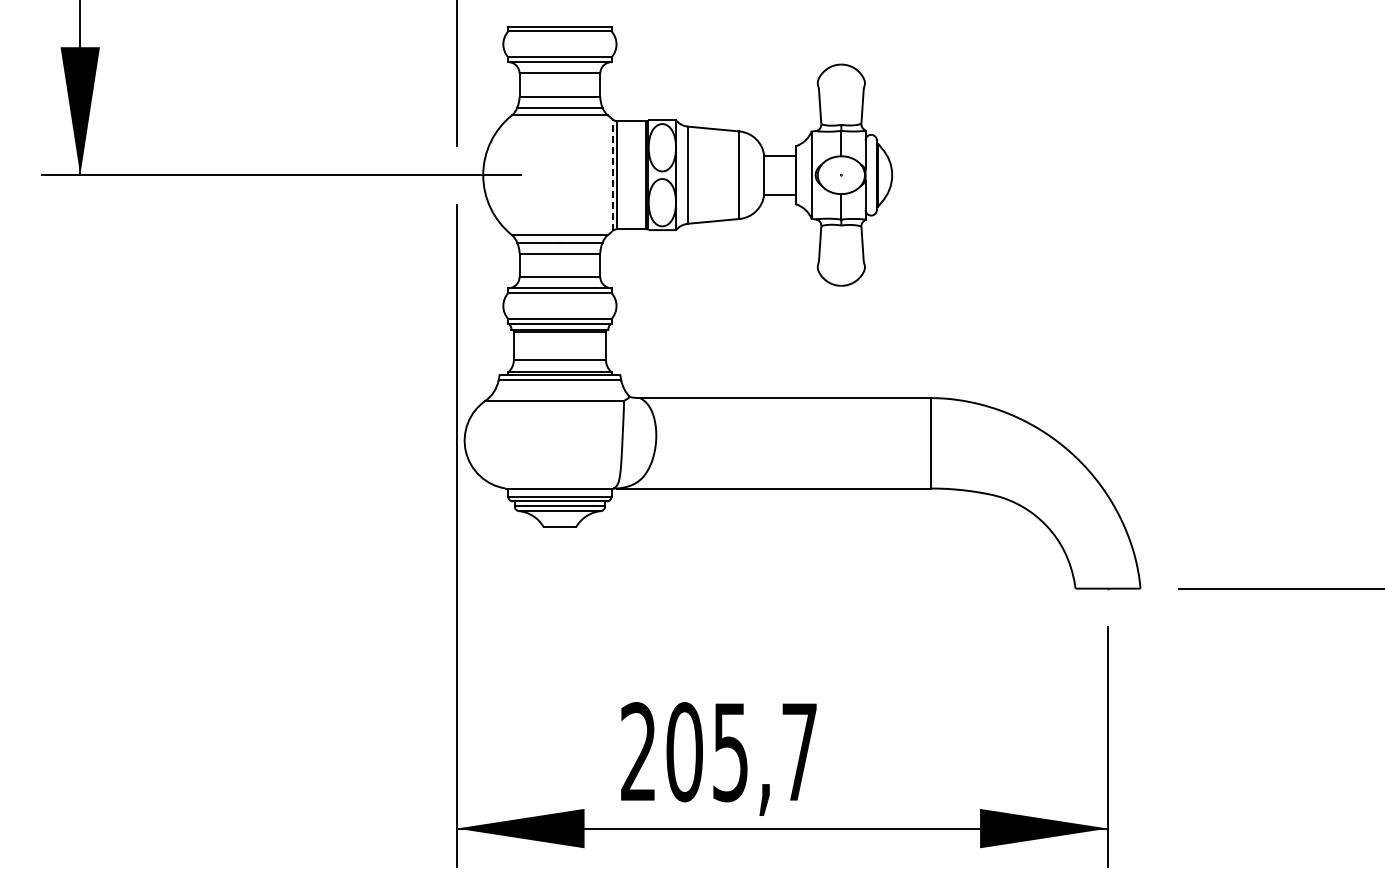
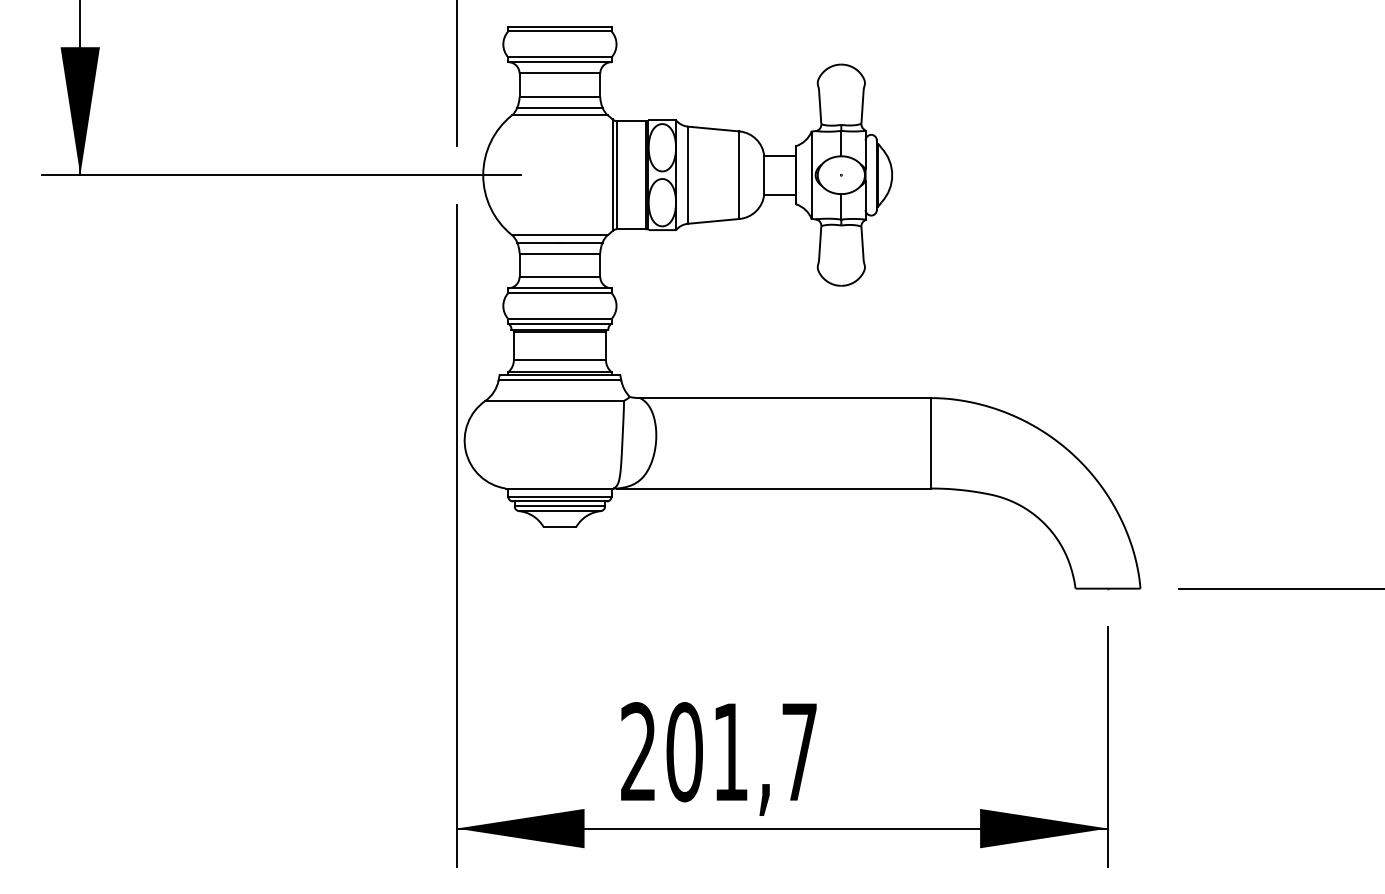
line at (612, 175): dashed -> solid
text at (730, 752): 205,7 -> 201,7
